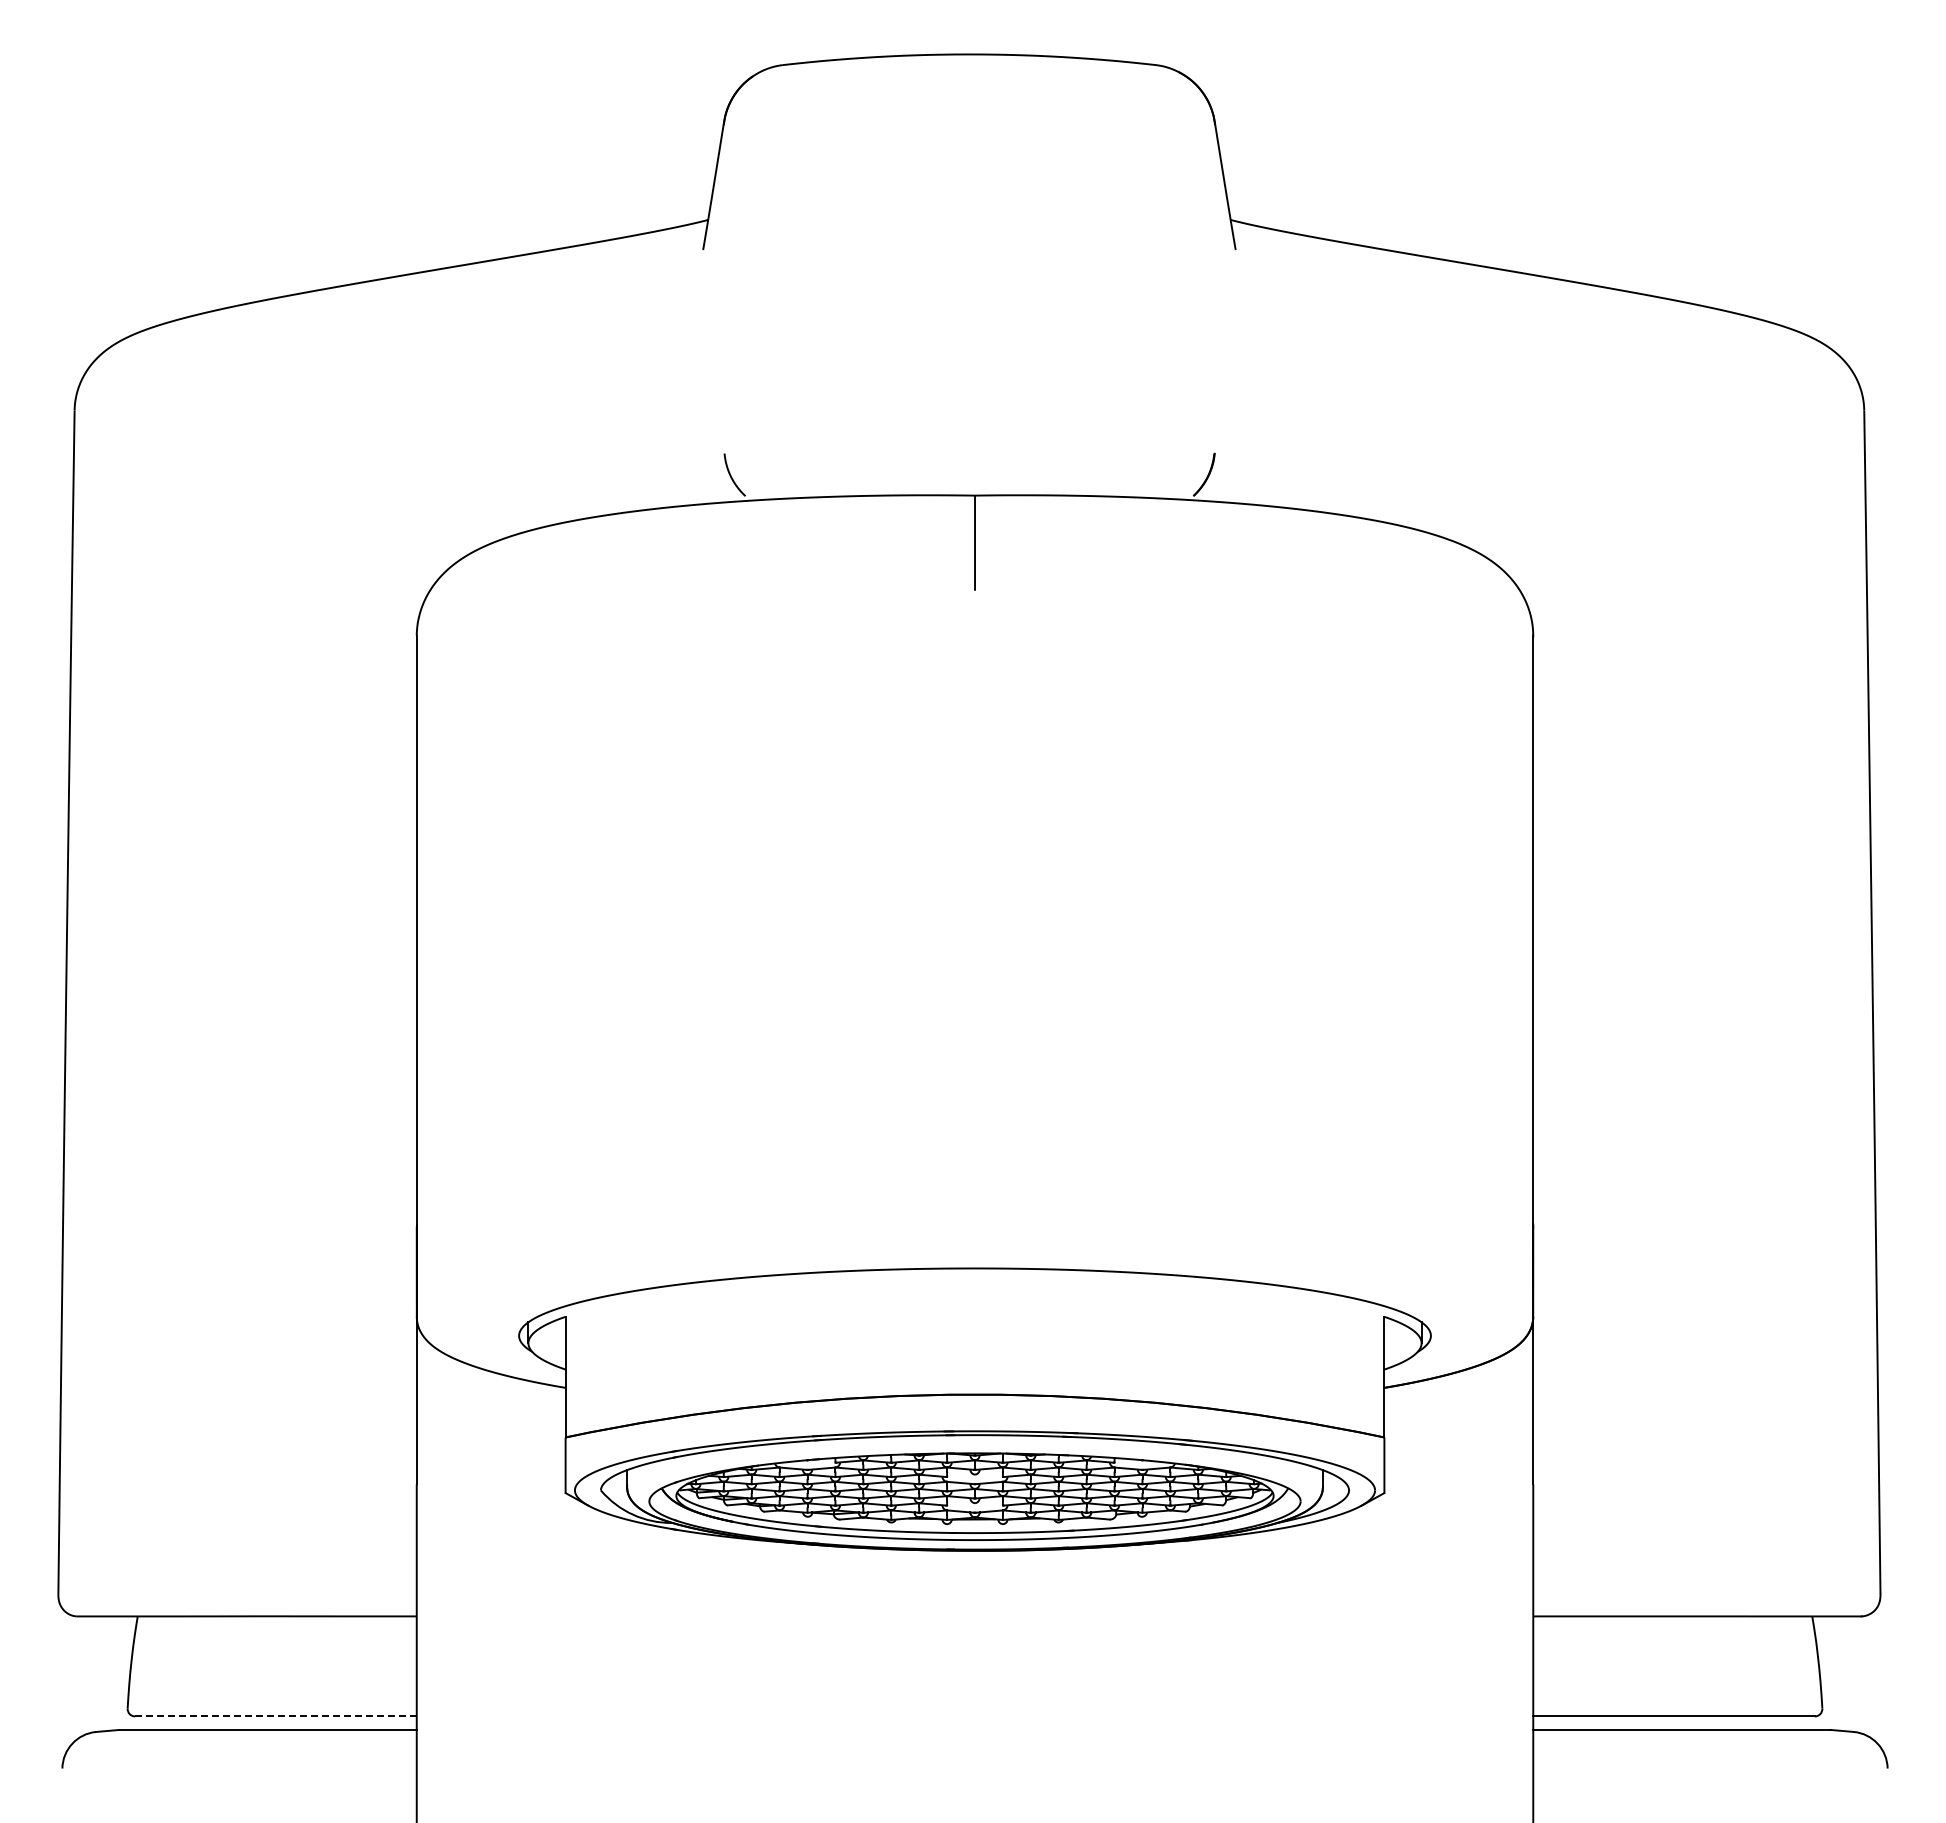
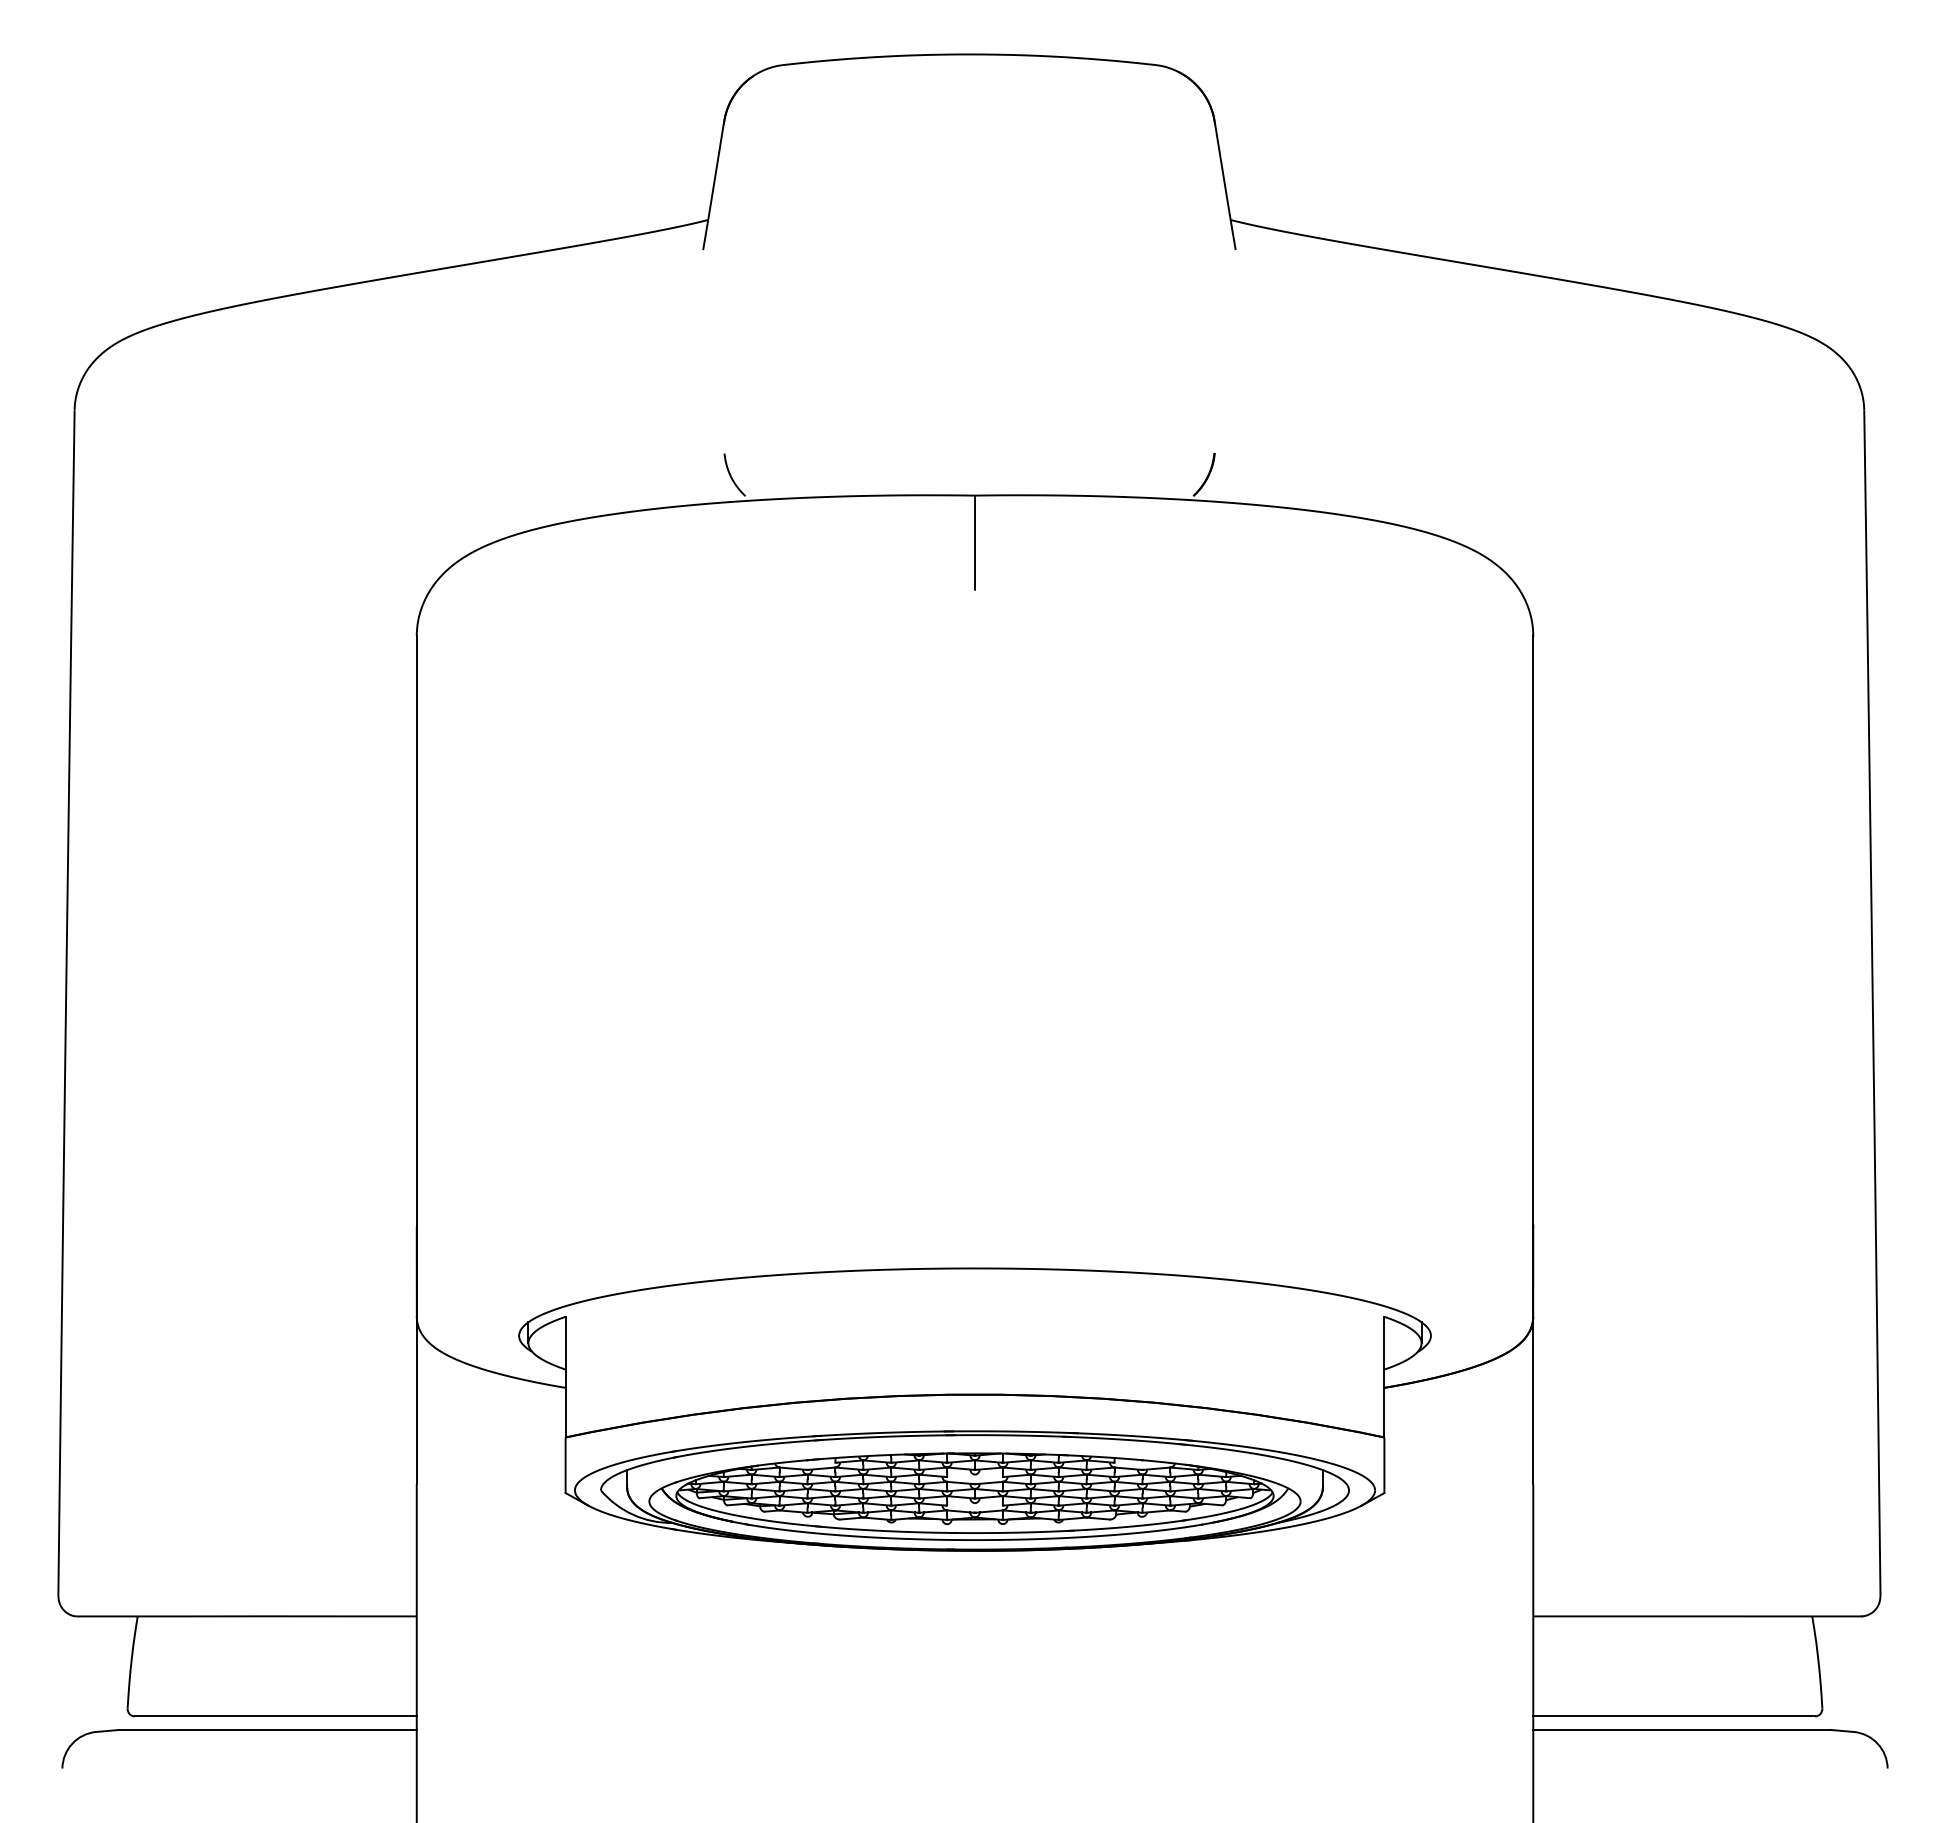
line at (275, 1716): dashed -> solid
